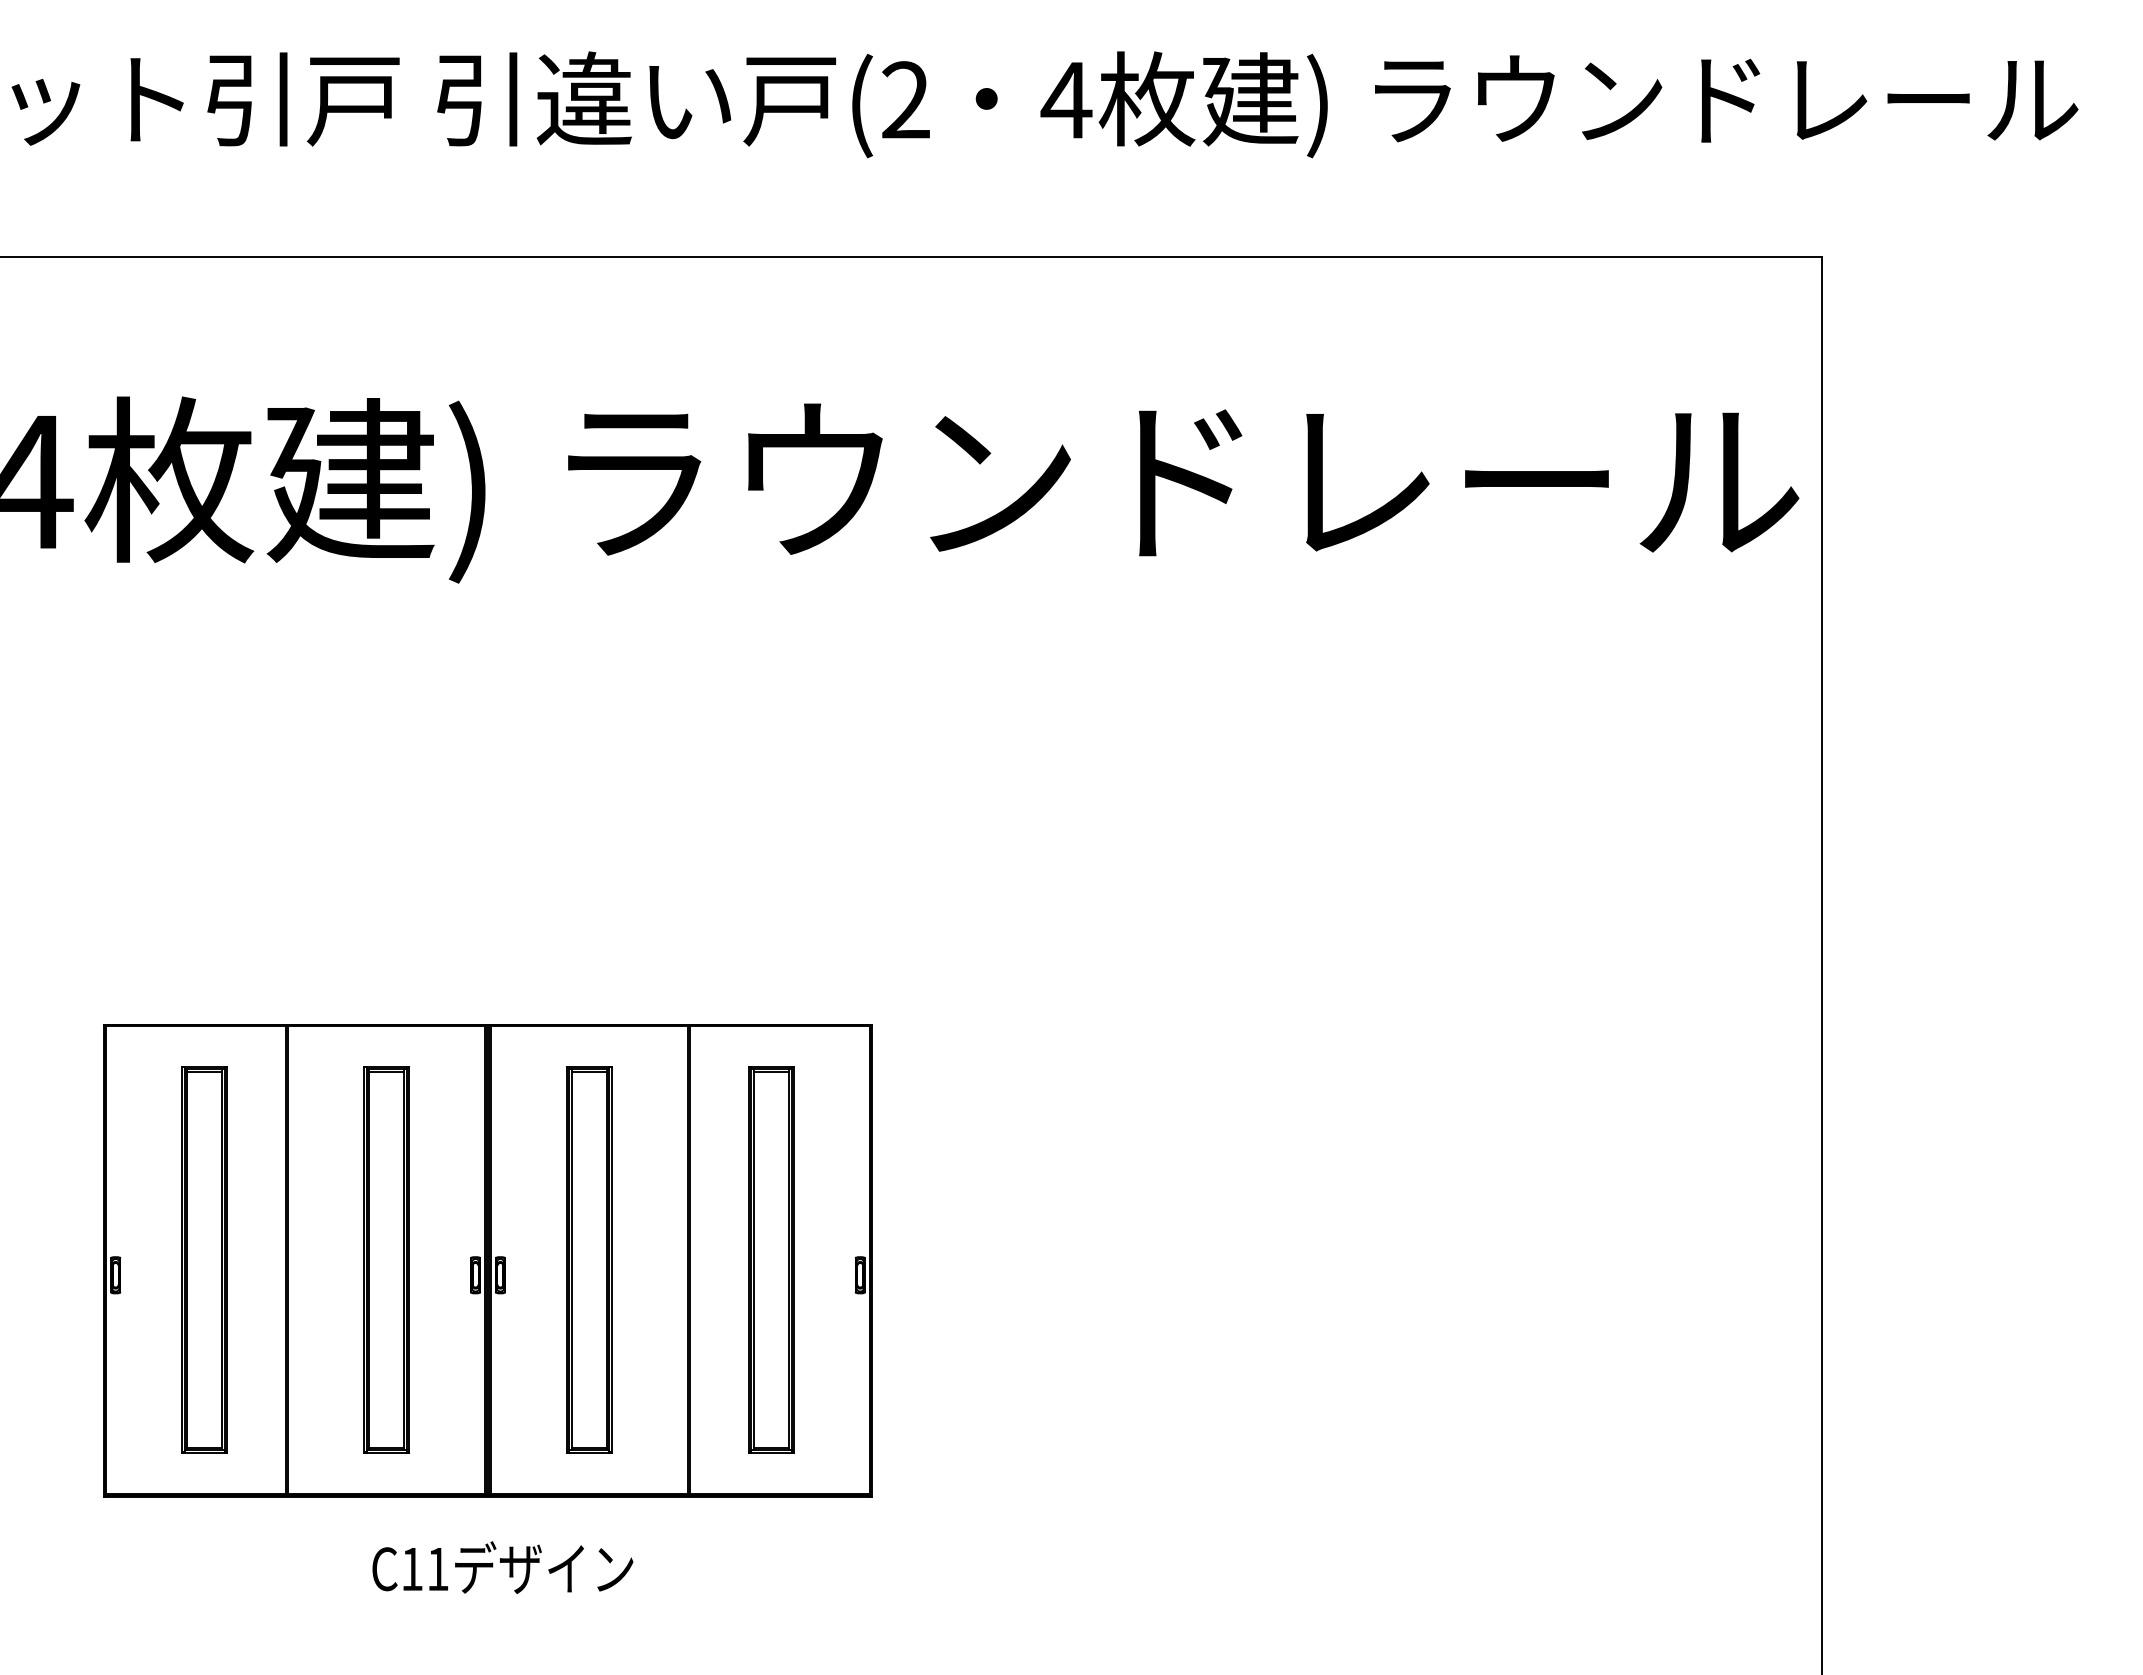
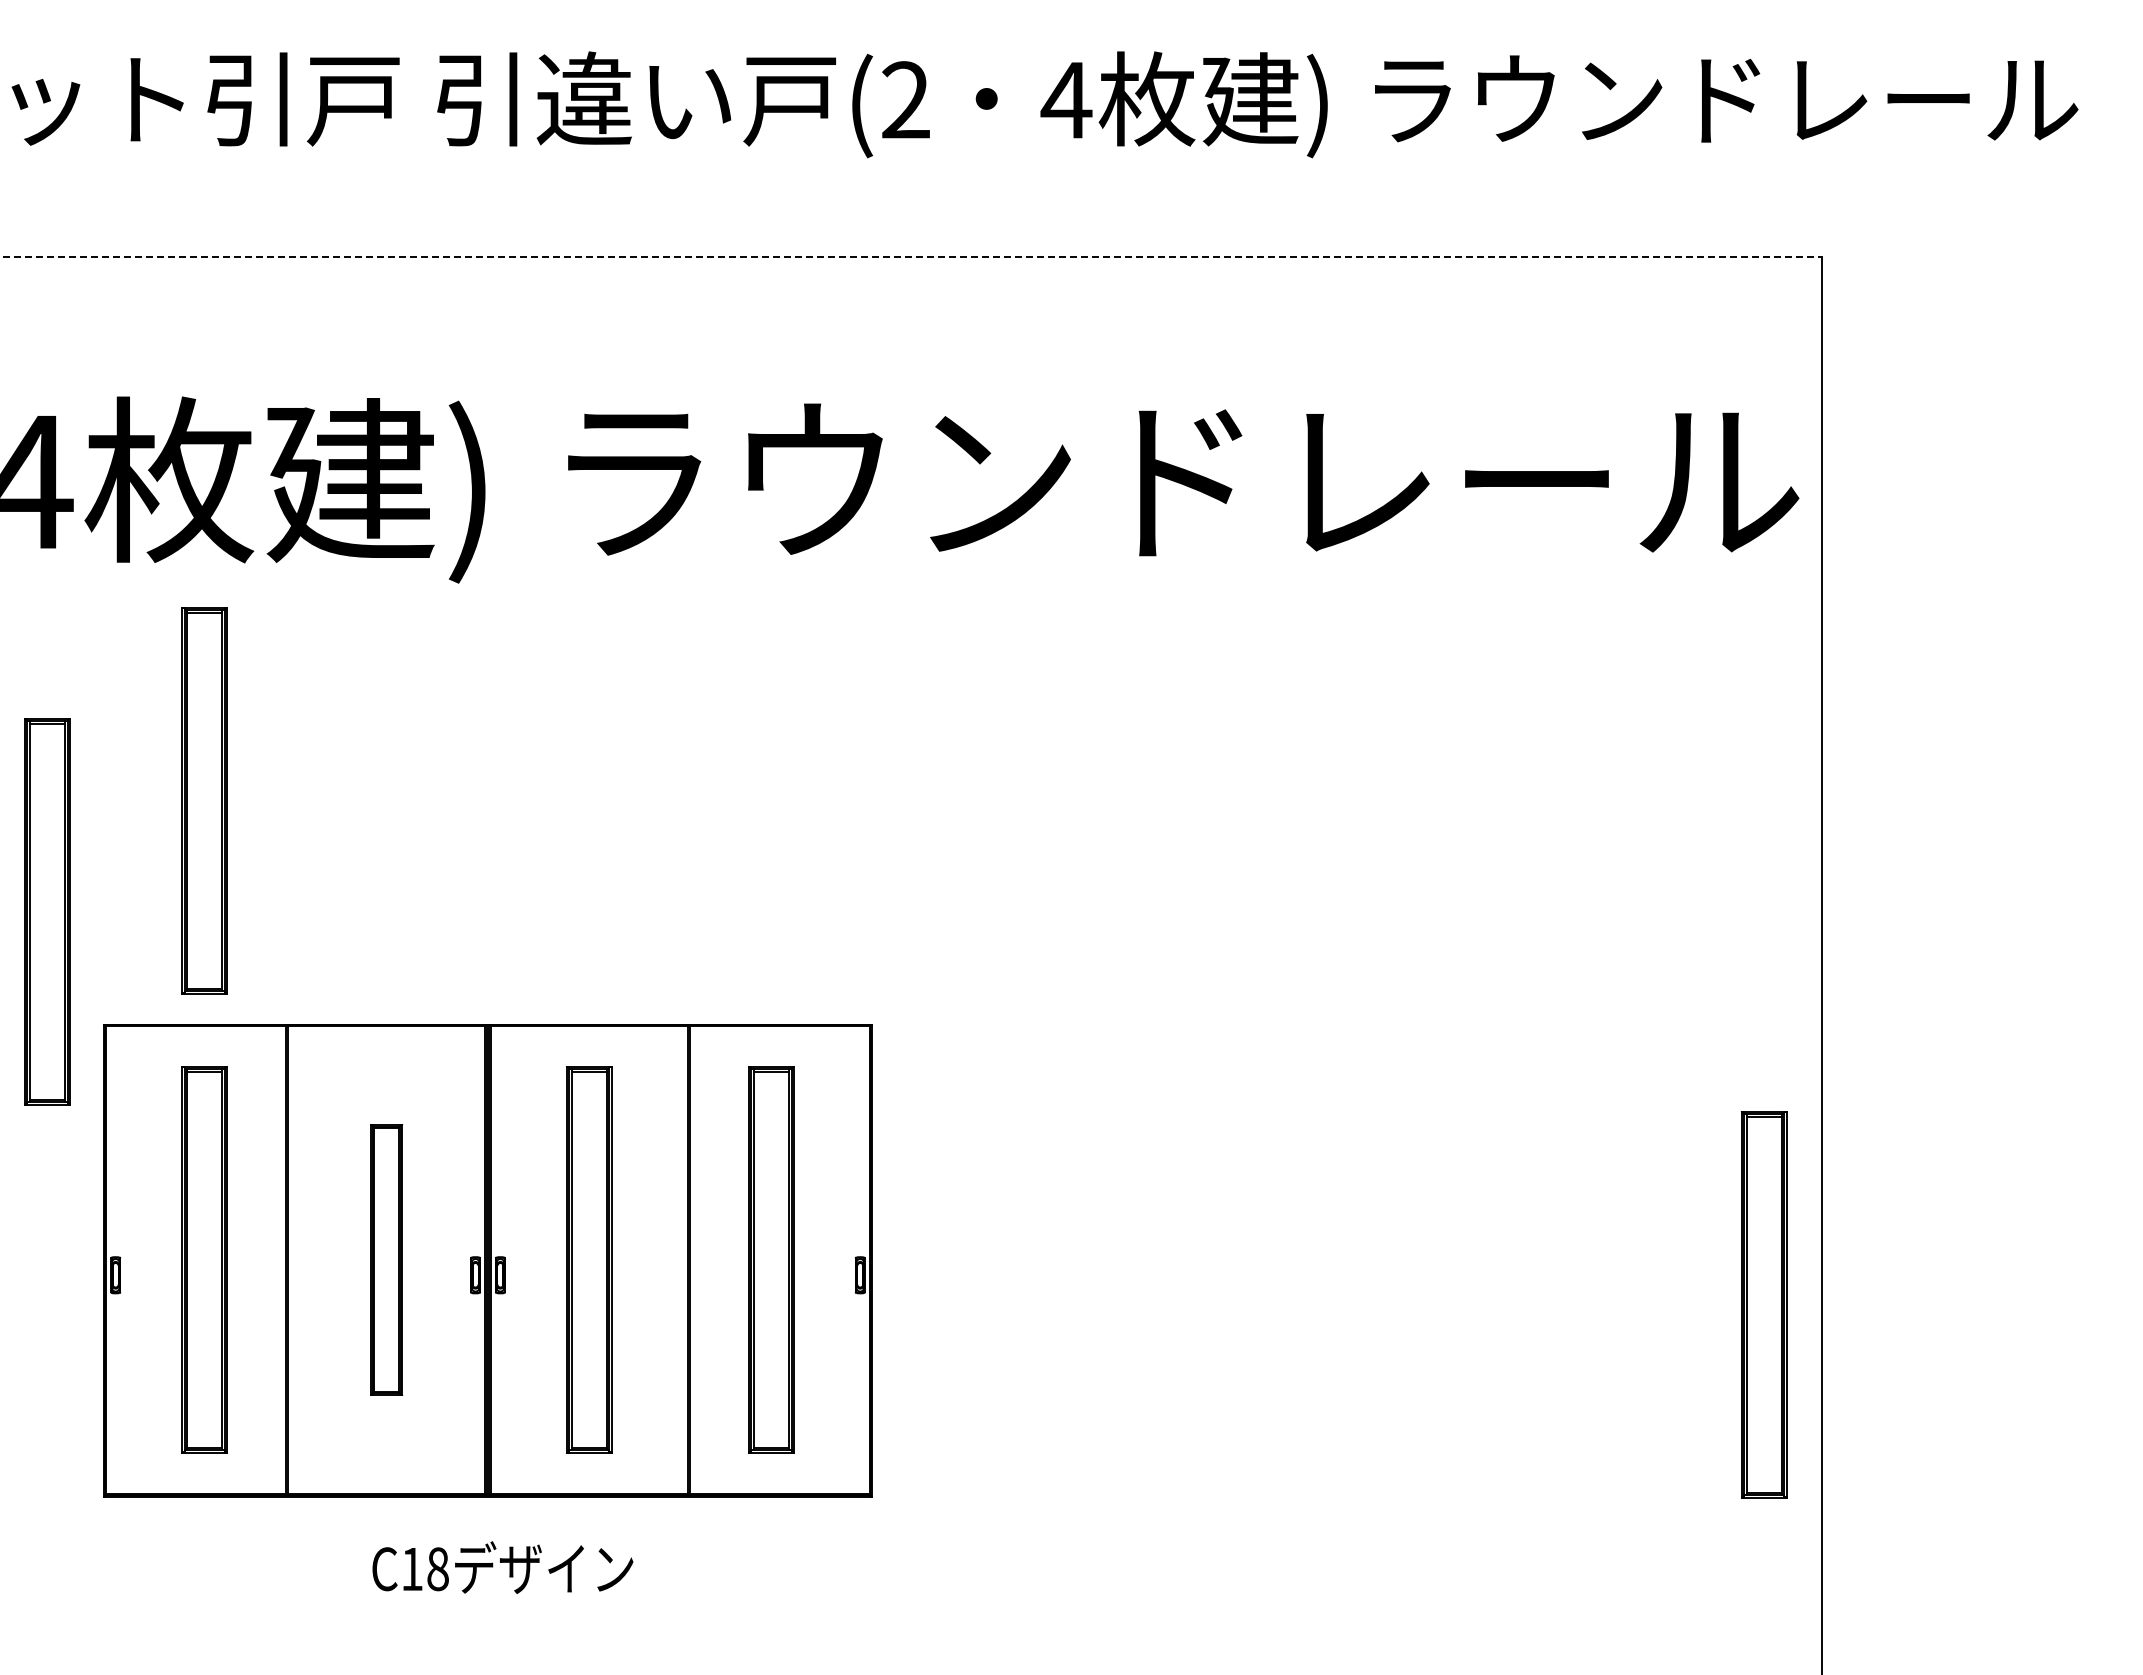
line at (911, 257): solid -> dashed
part at (204, 800): none -> present
part at (47, 911): none -> present
part at (386, 1259) size: 47x388 px -> 34x272 px
part at (1764, 1304): none -> present
text at (437, 1569): C11 -> C18
